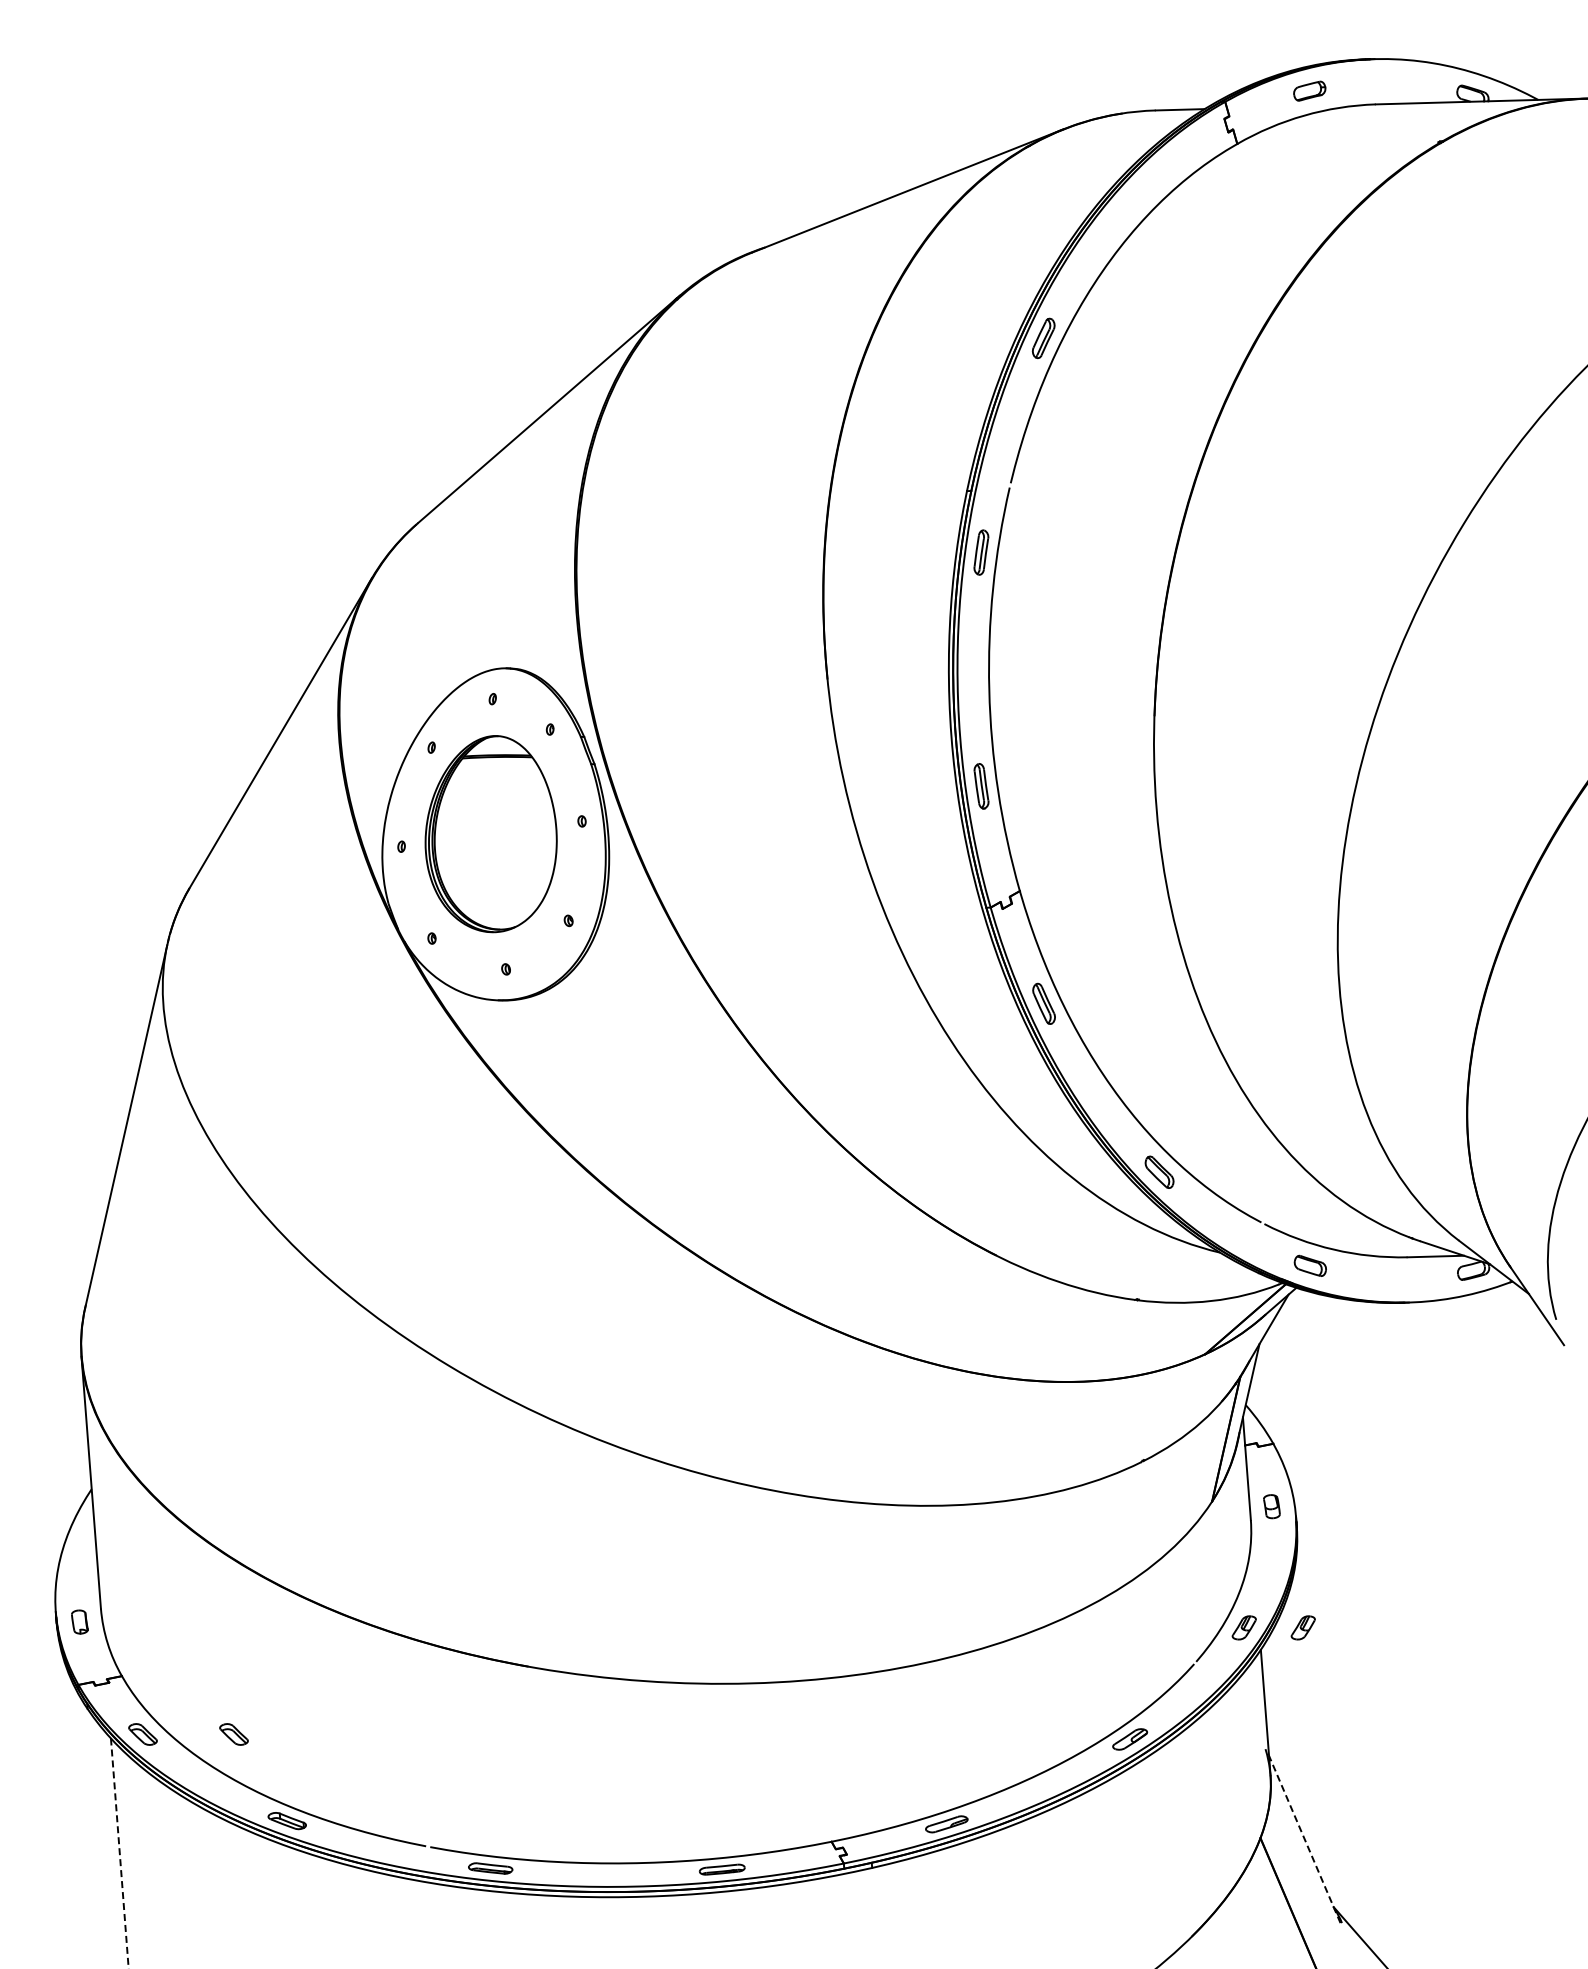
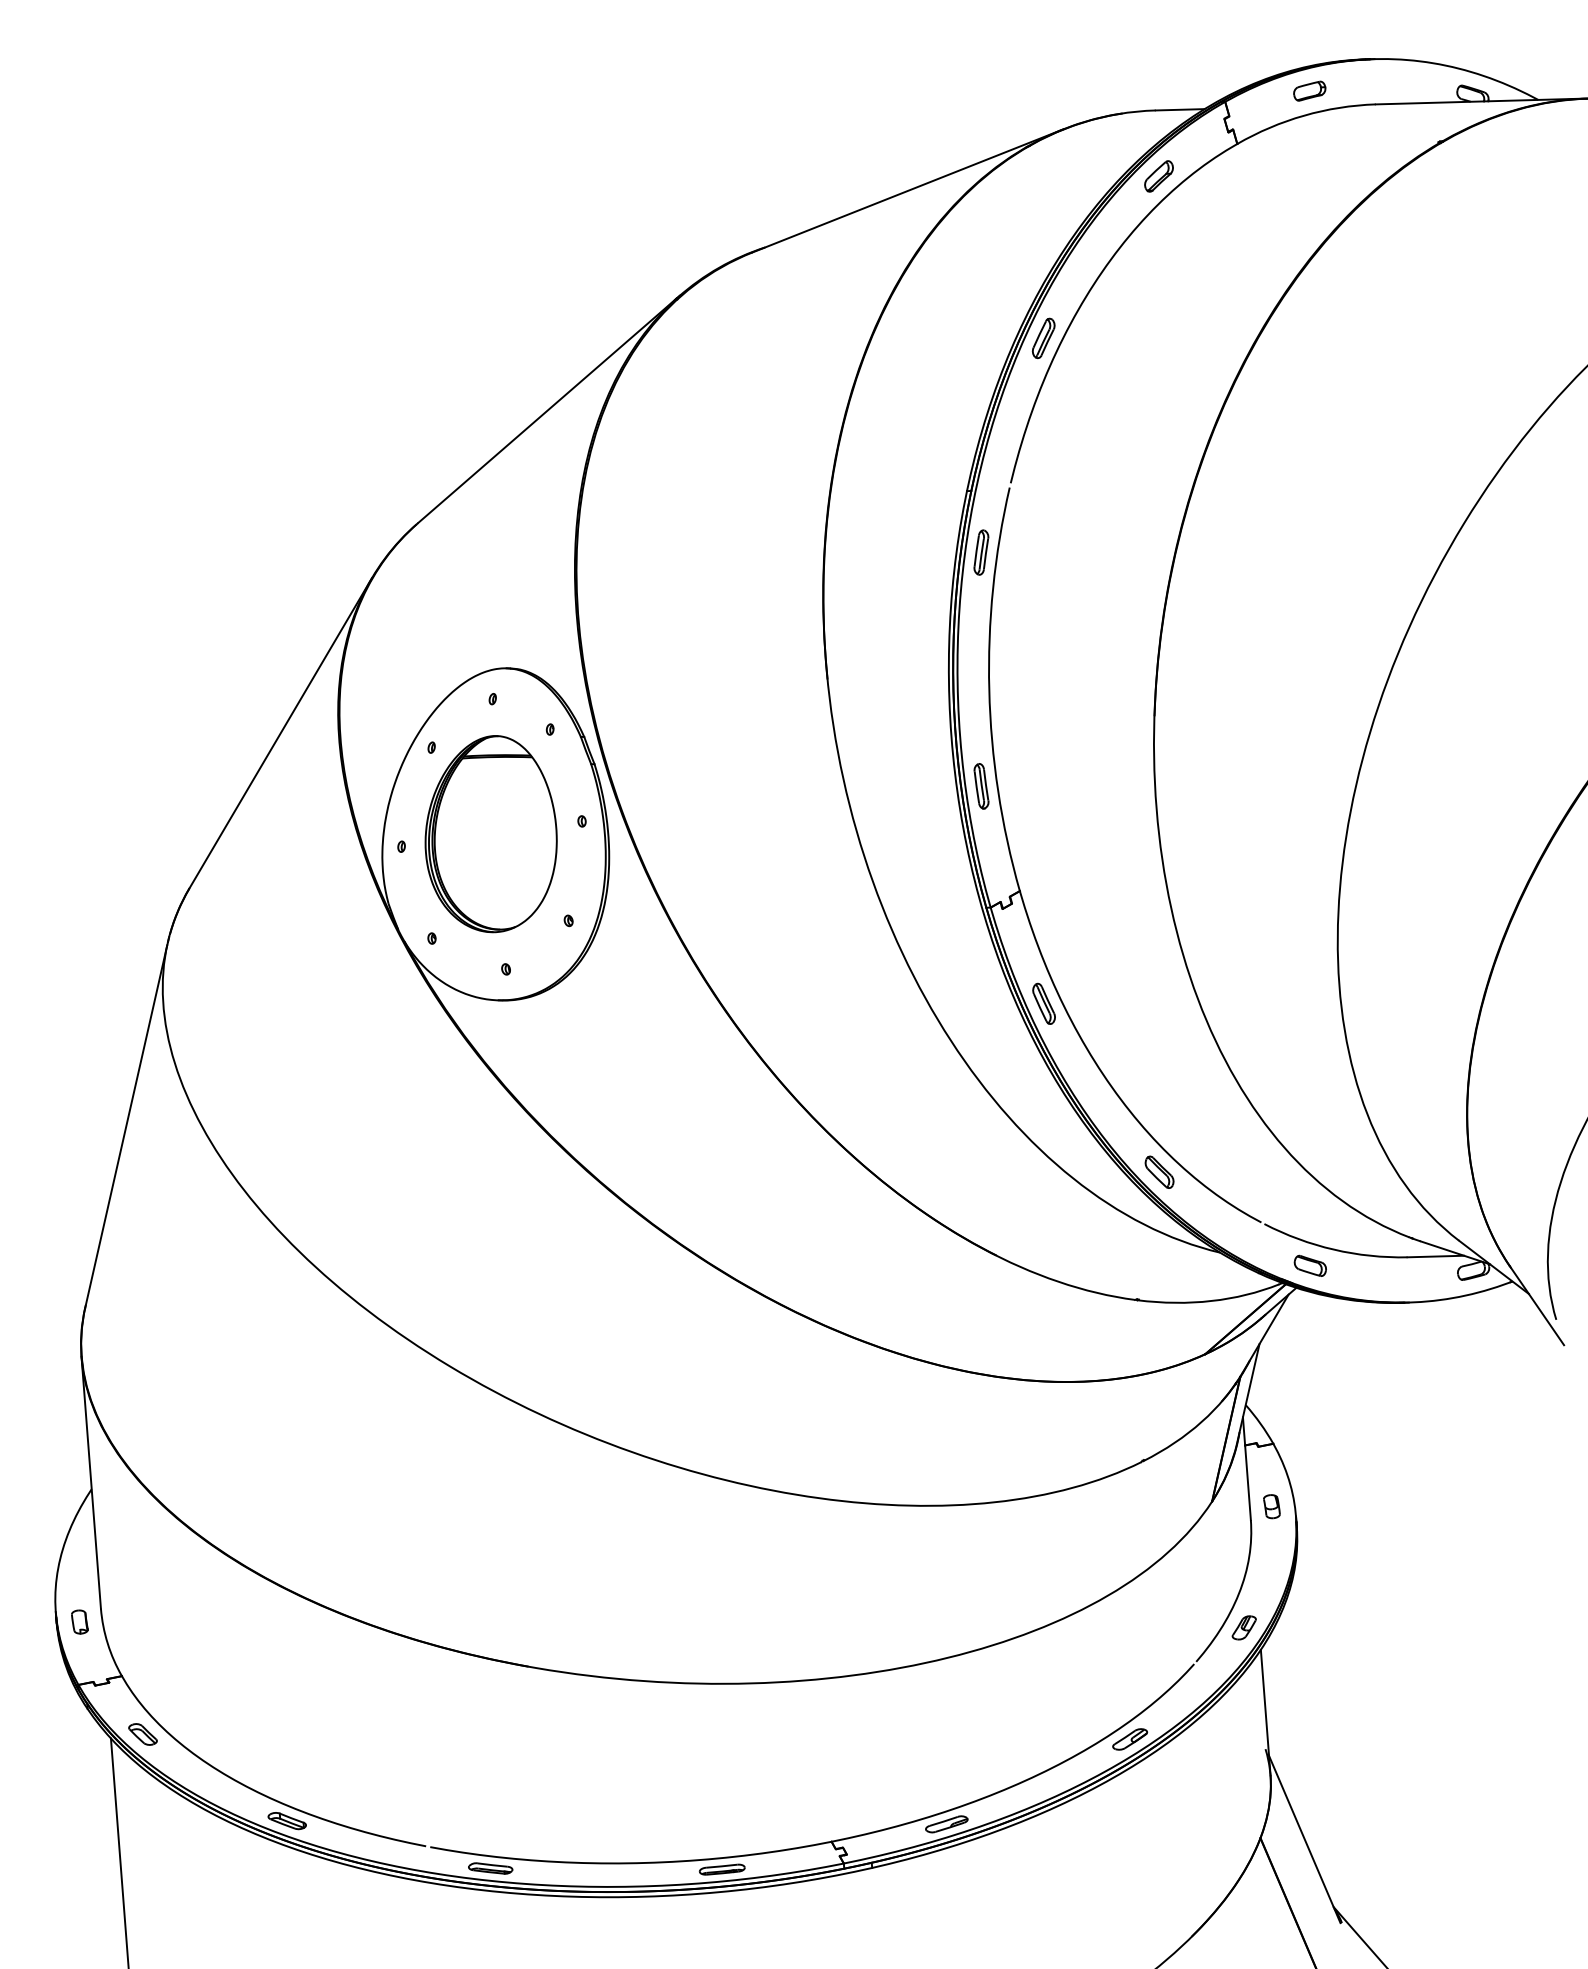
part at (1158, 176): none -> present
part at (1302, 1627): present -> none
part at (233, 1734): present -> none
line at (1304, 1839): dashed -> solid
line at (119, 1853): dashed -> solid
